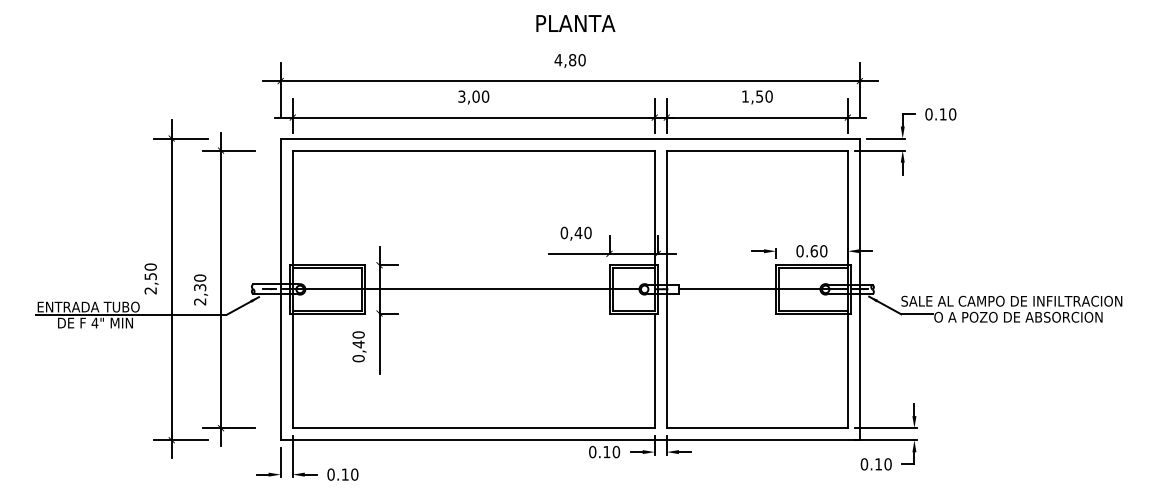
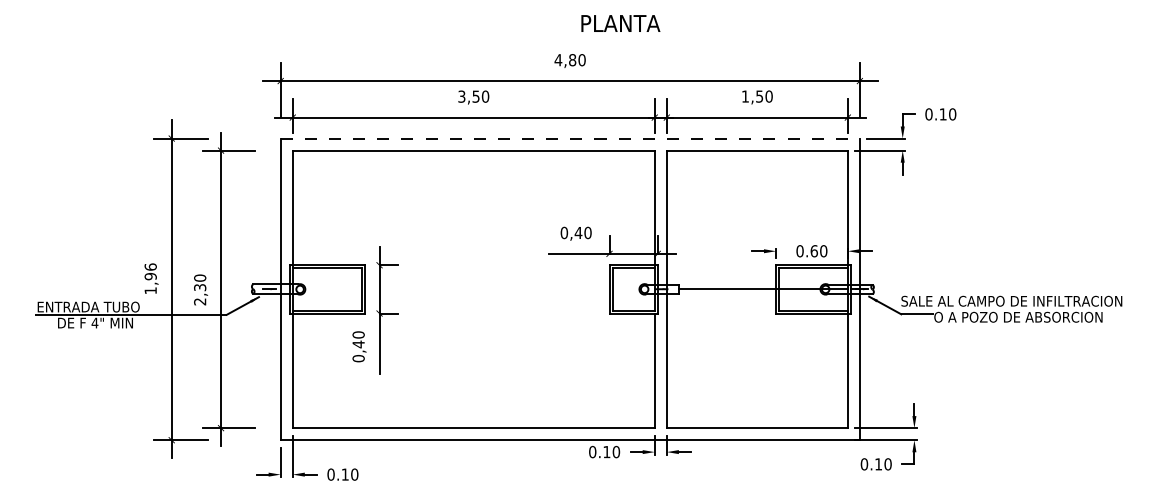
text at (575, 23) position: (575, 23) -> (620, 23)
text at (475, 96): 3,00 -> 3,50
line at (570, 138): solid -> dashed
text at (150, 278): 2,50 -> 1,96
line at (460, 289): present -> none
